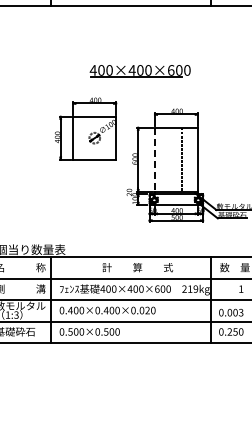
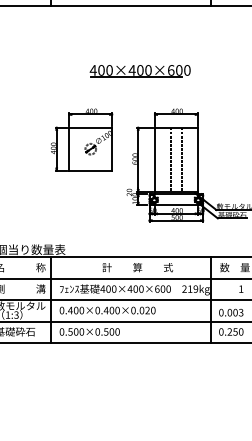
part at (86, 128) position: (86, 128) -> (82, 139)
line at (171, 159): none -> present
line at (154, 160): dashed -> solid
